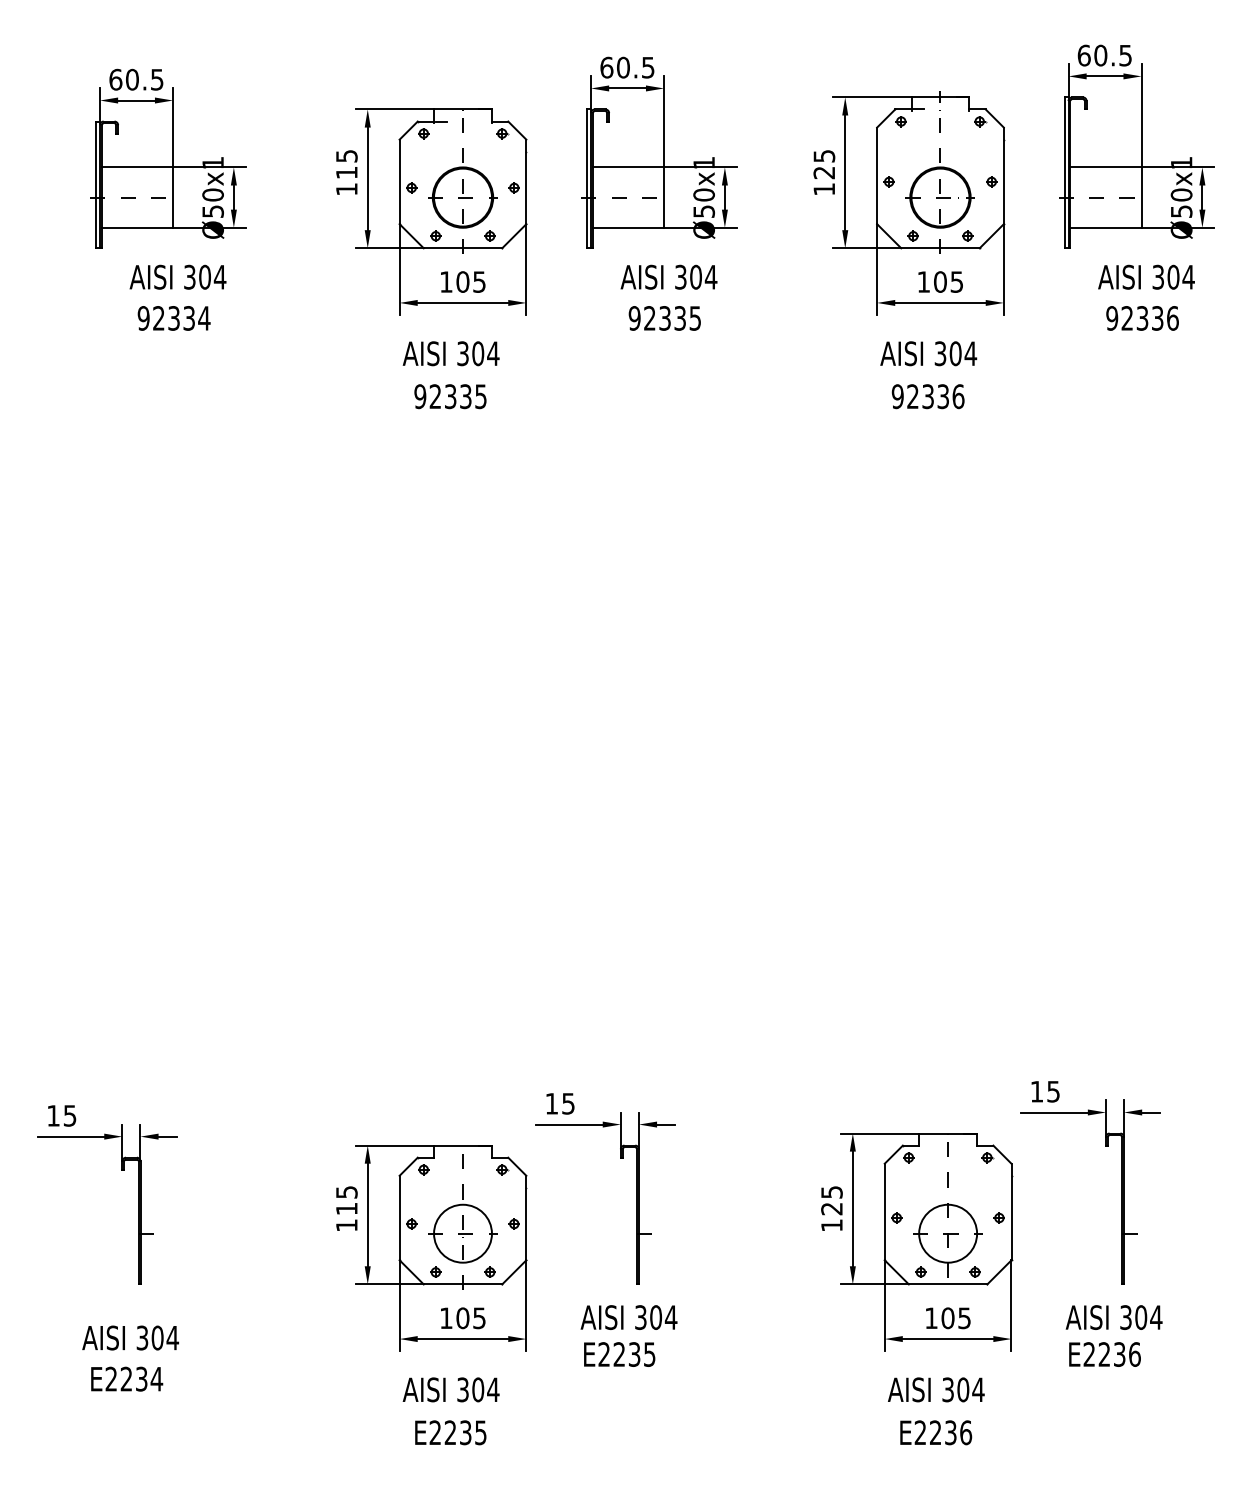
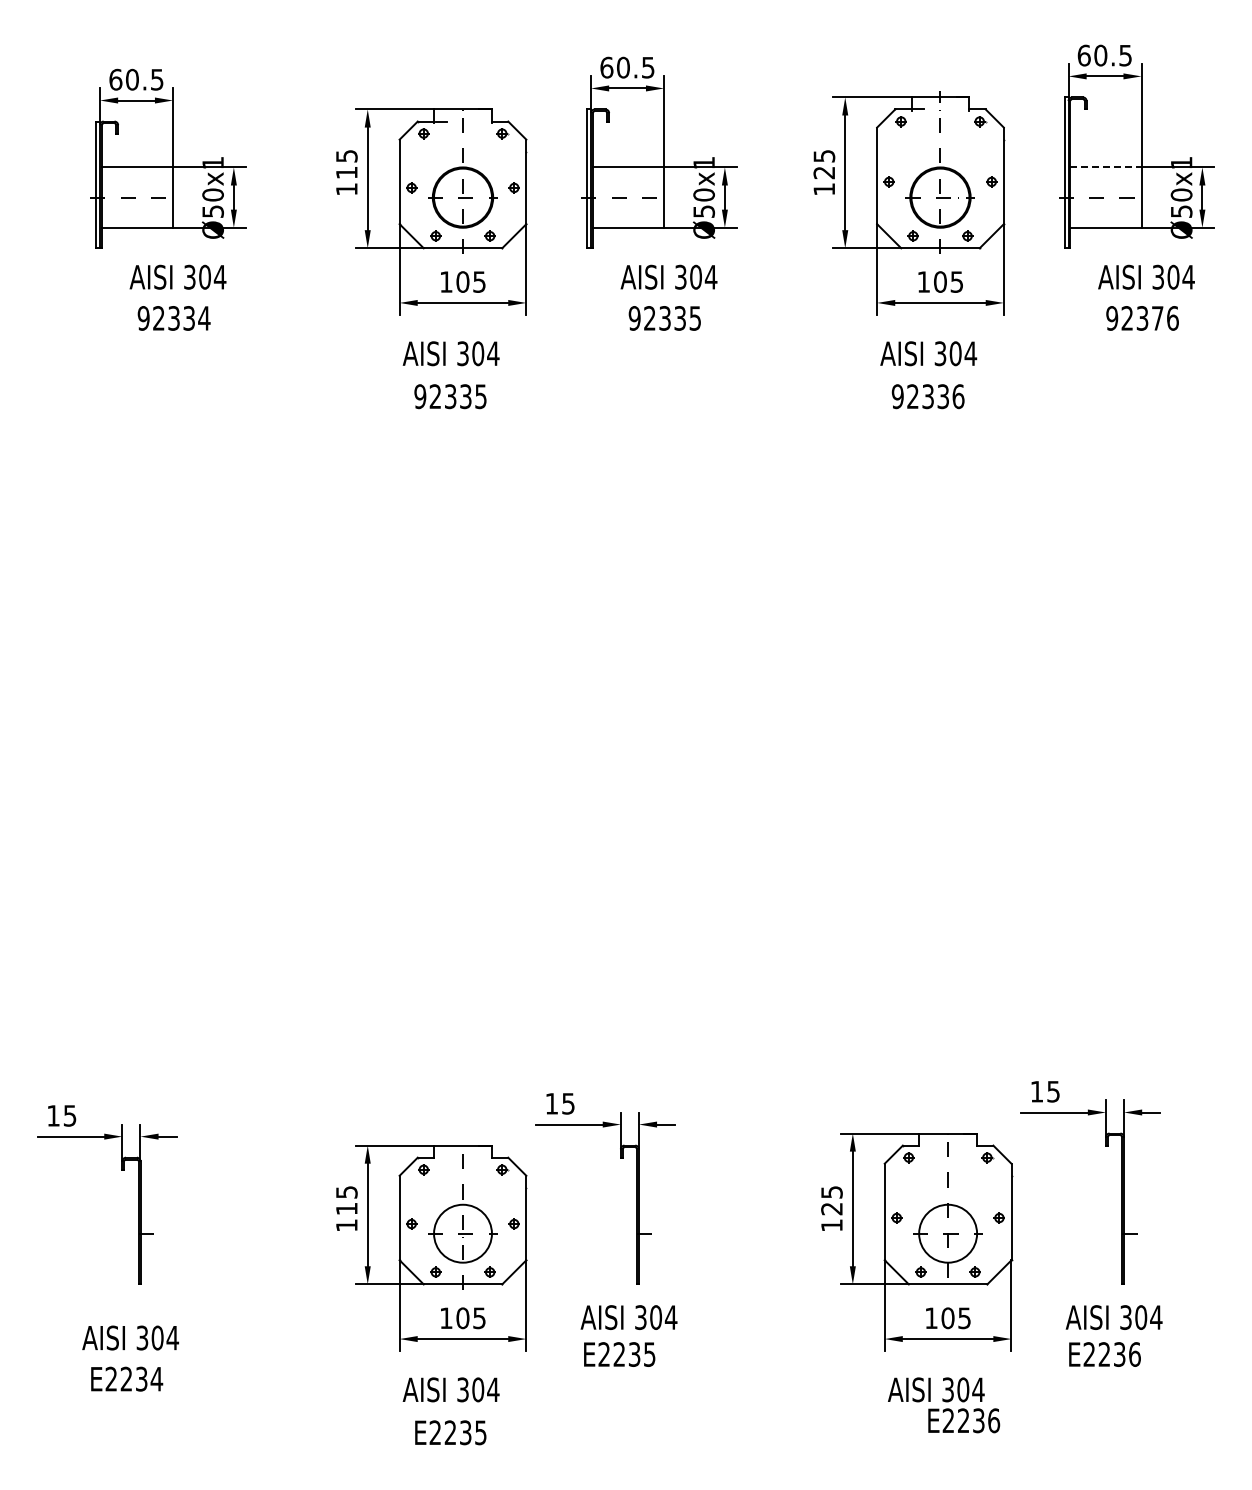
line at (1105, 167): solid -> dashed
text at (1157, 318): 92336 -> 92376
text at (936, 1432) position: (936, 1432) -> (964, 1420)
